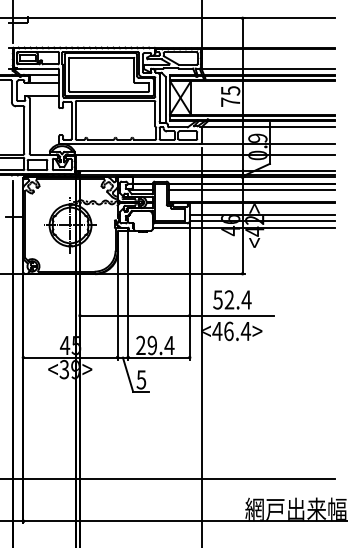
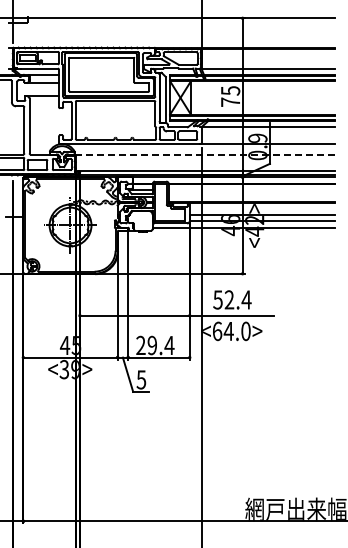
line at (204, 154): solid -> dashed
line at (251, 190): present -> none
text at (231, 331): <46.4> -> <64.0>
line at (168, 479): present -> none
